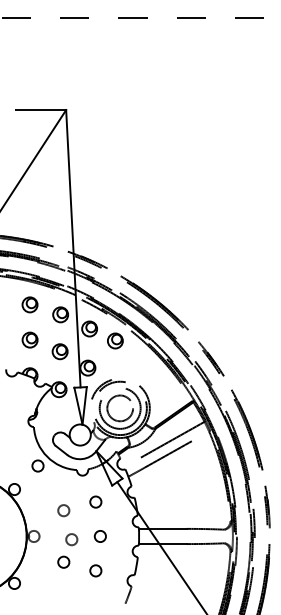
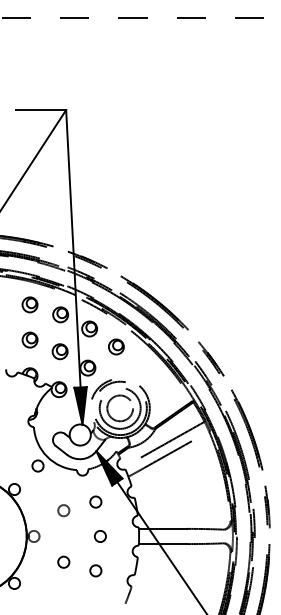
part at (115, 340) position: (115, 340) -> (116, 346)
fill at (80, 405): none -> present
fill at (109, 468): none -> present
circle at (71, 539): present -> none
